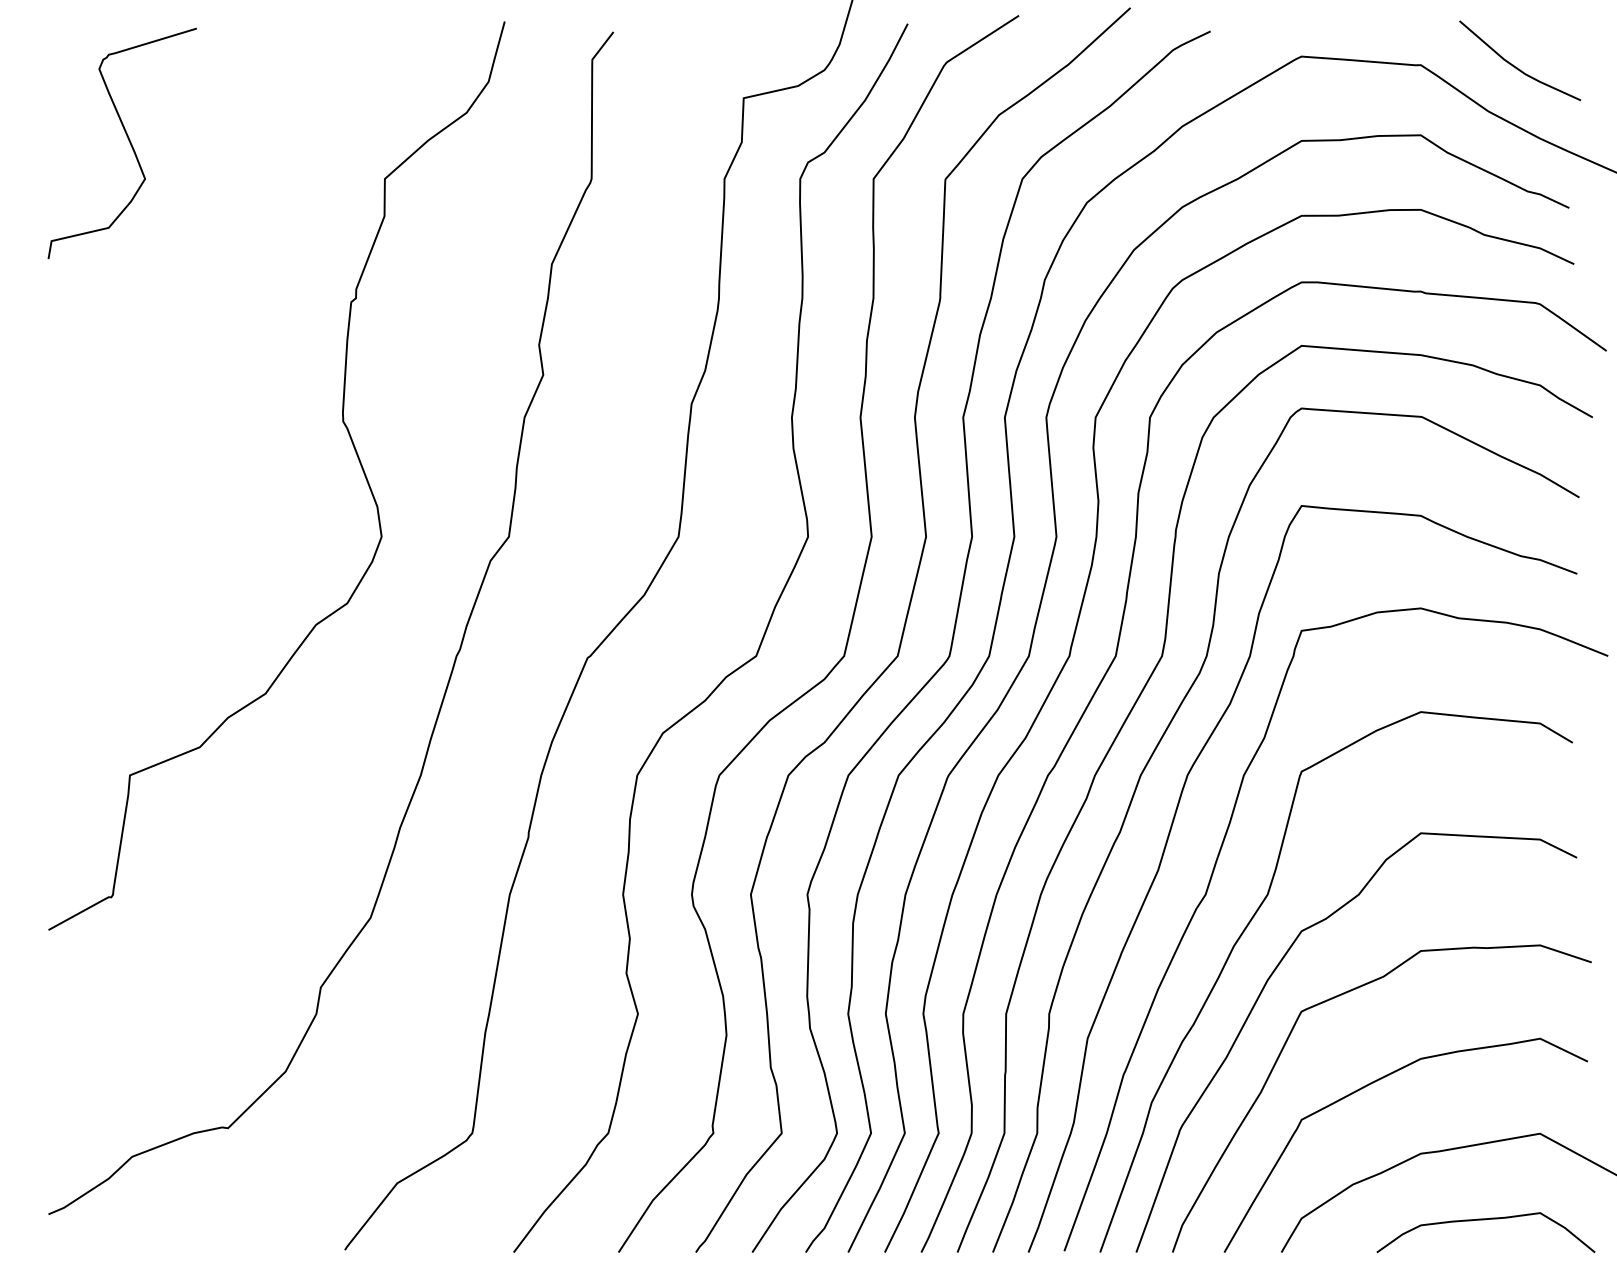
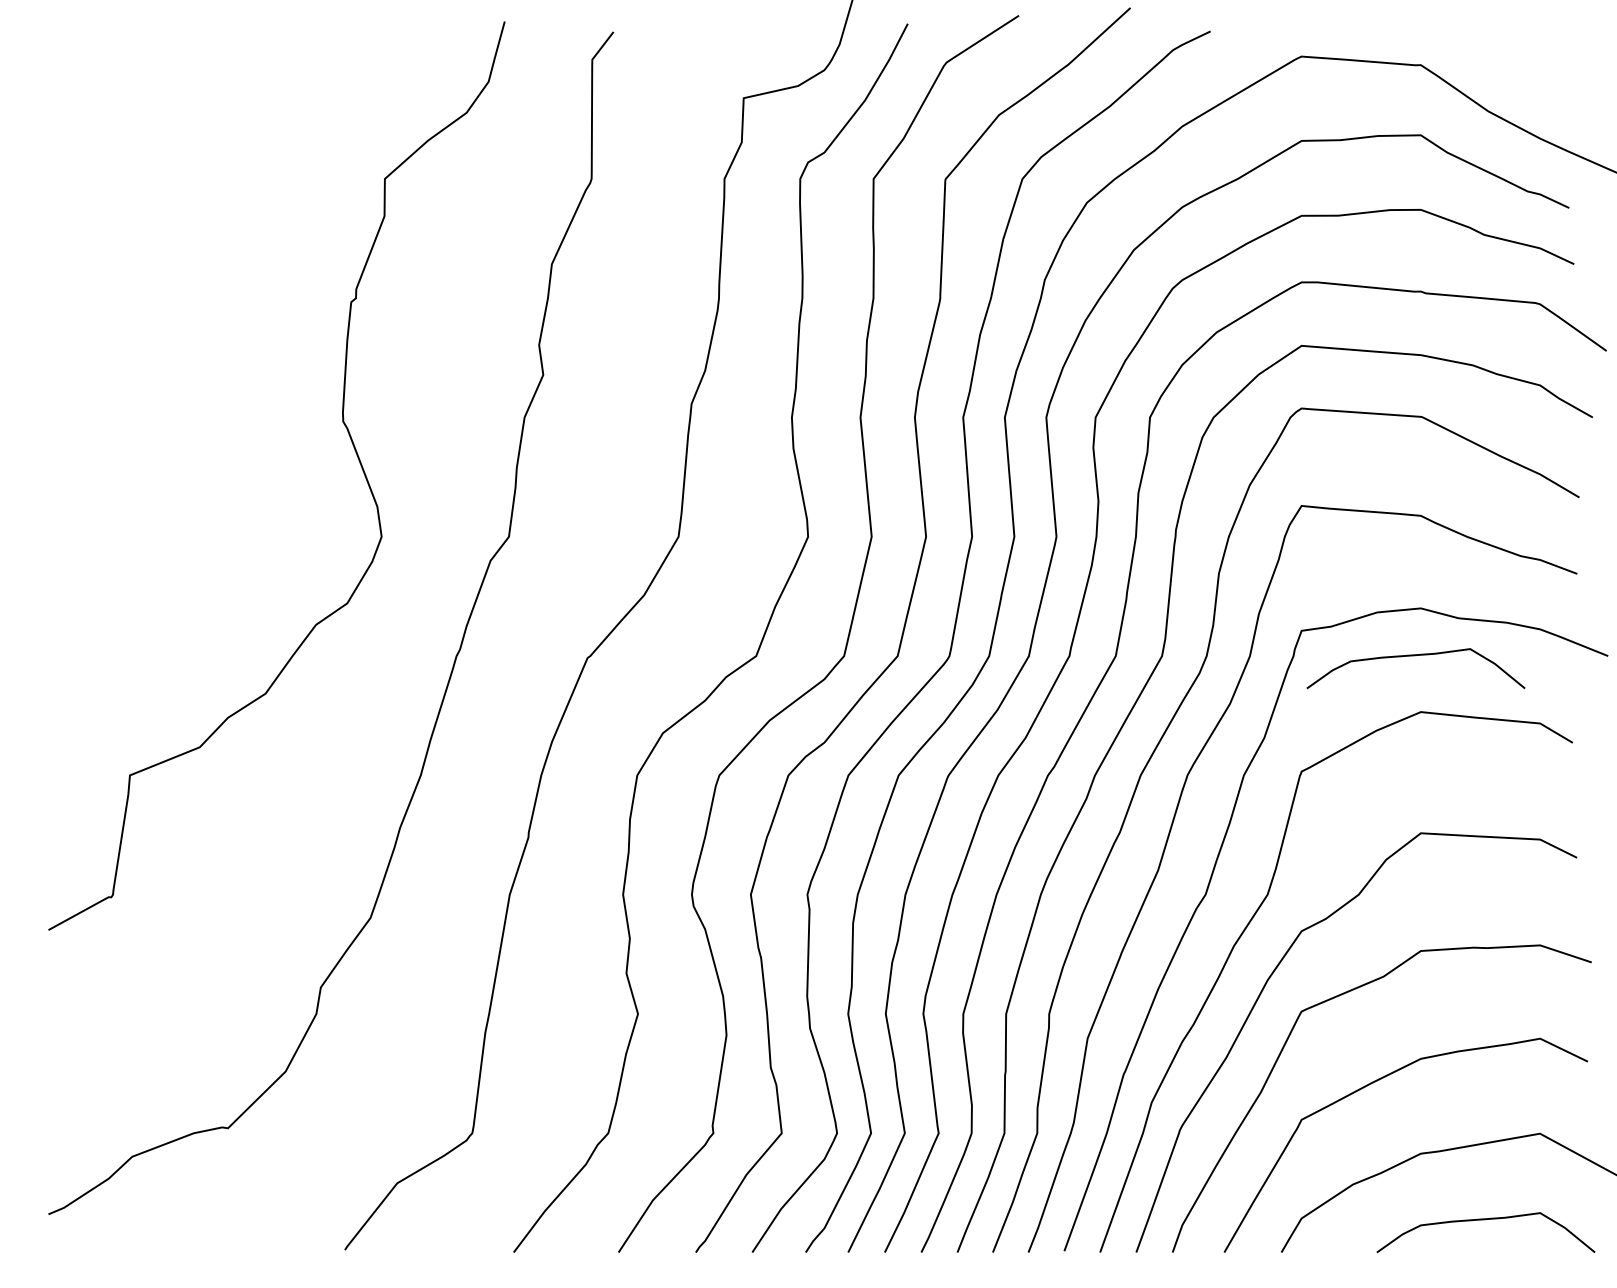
line at (1516, 66): present -> none
curve at (127, 138): present -> none
curve at (1415, 656): none -> present
